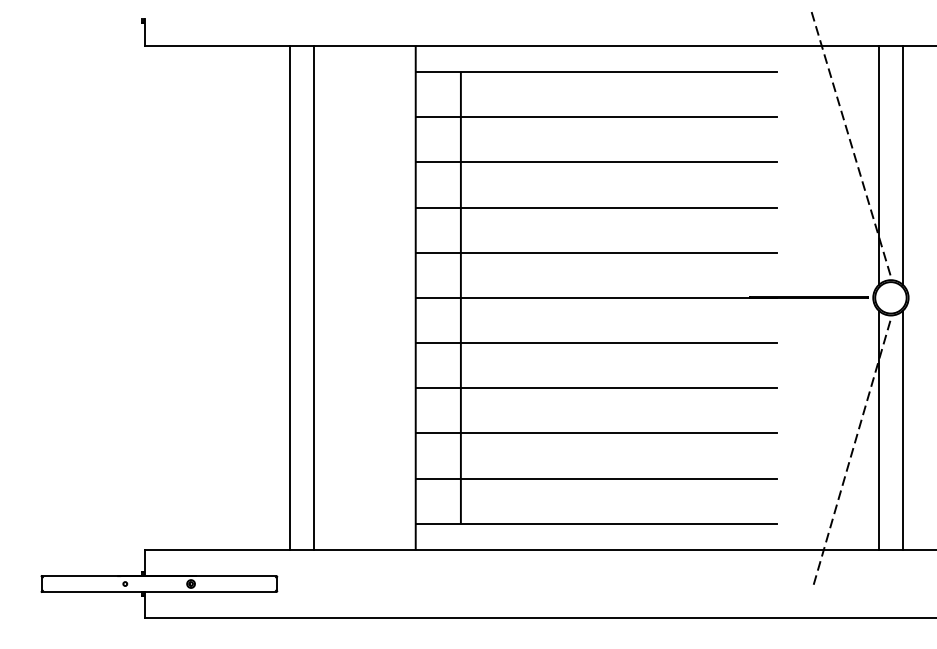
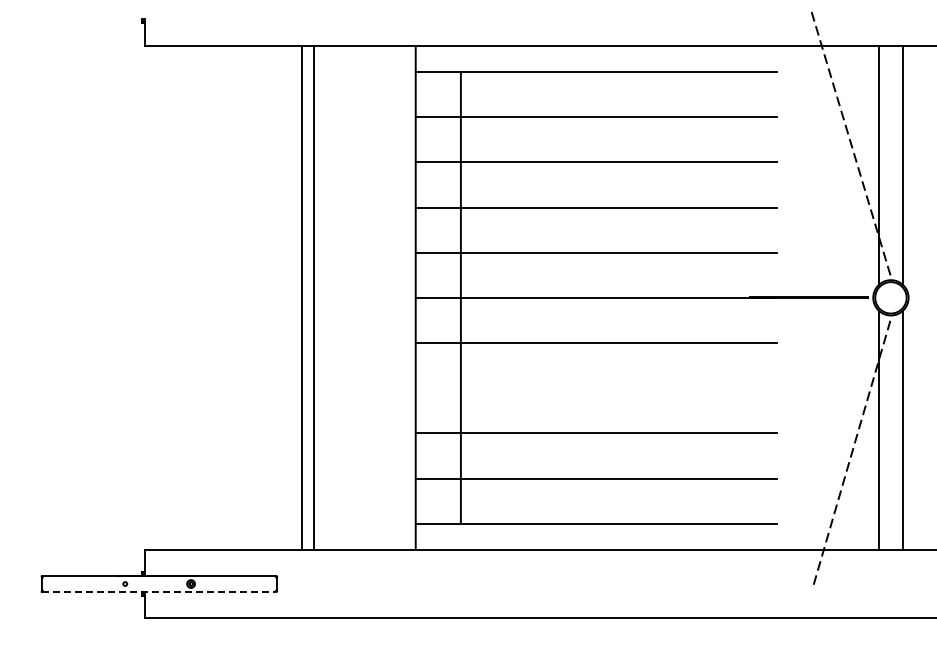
line at (289, 297) position: (289, 297) -> (301, 297)
line at (596, 388): present -> none
line at (159, 591): solid -> dashed
